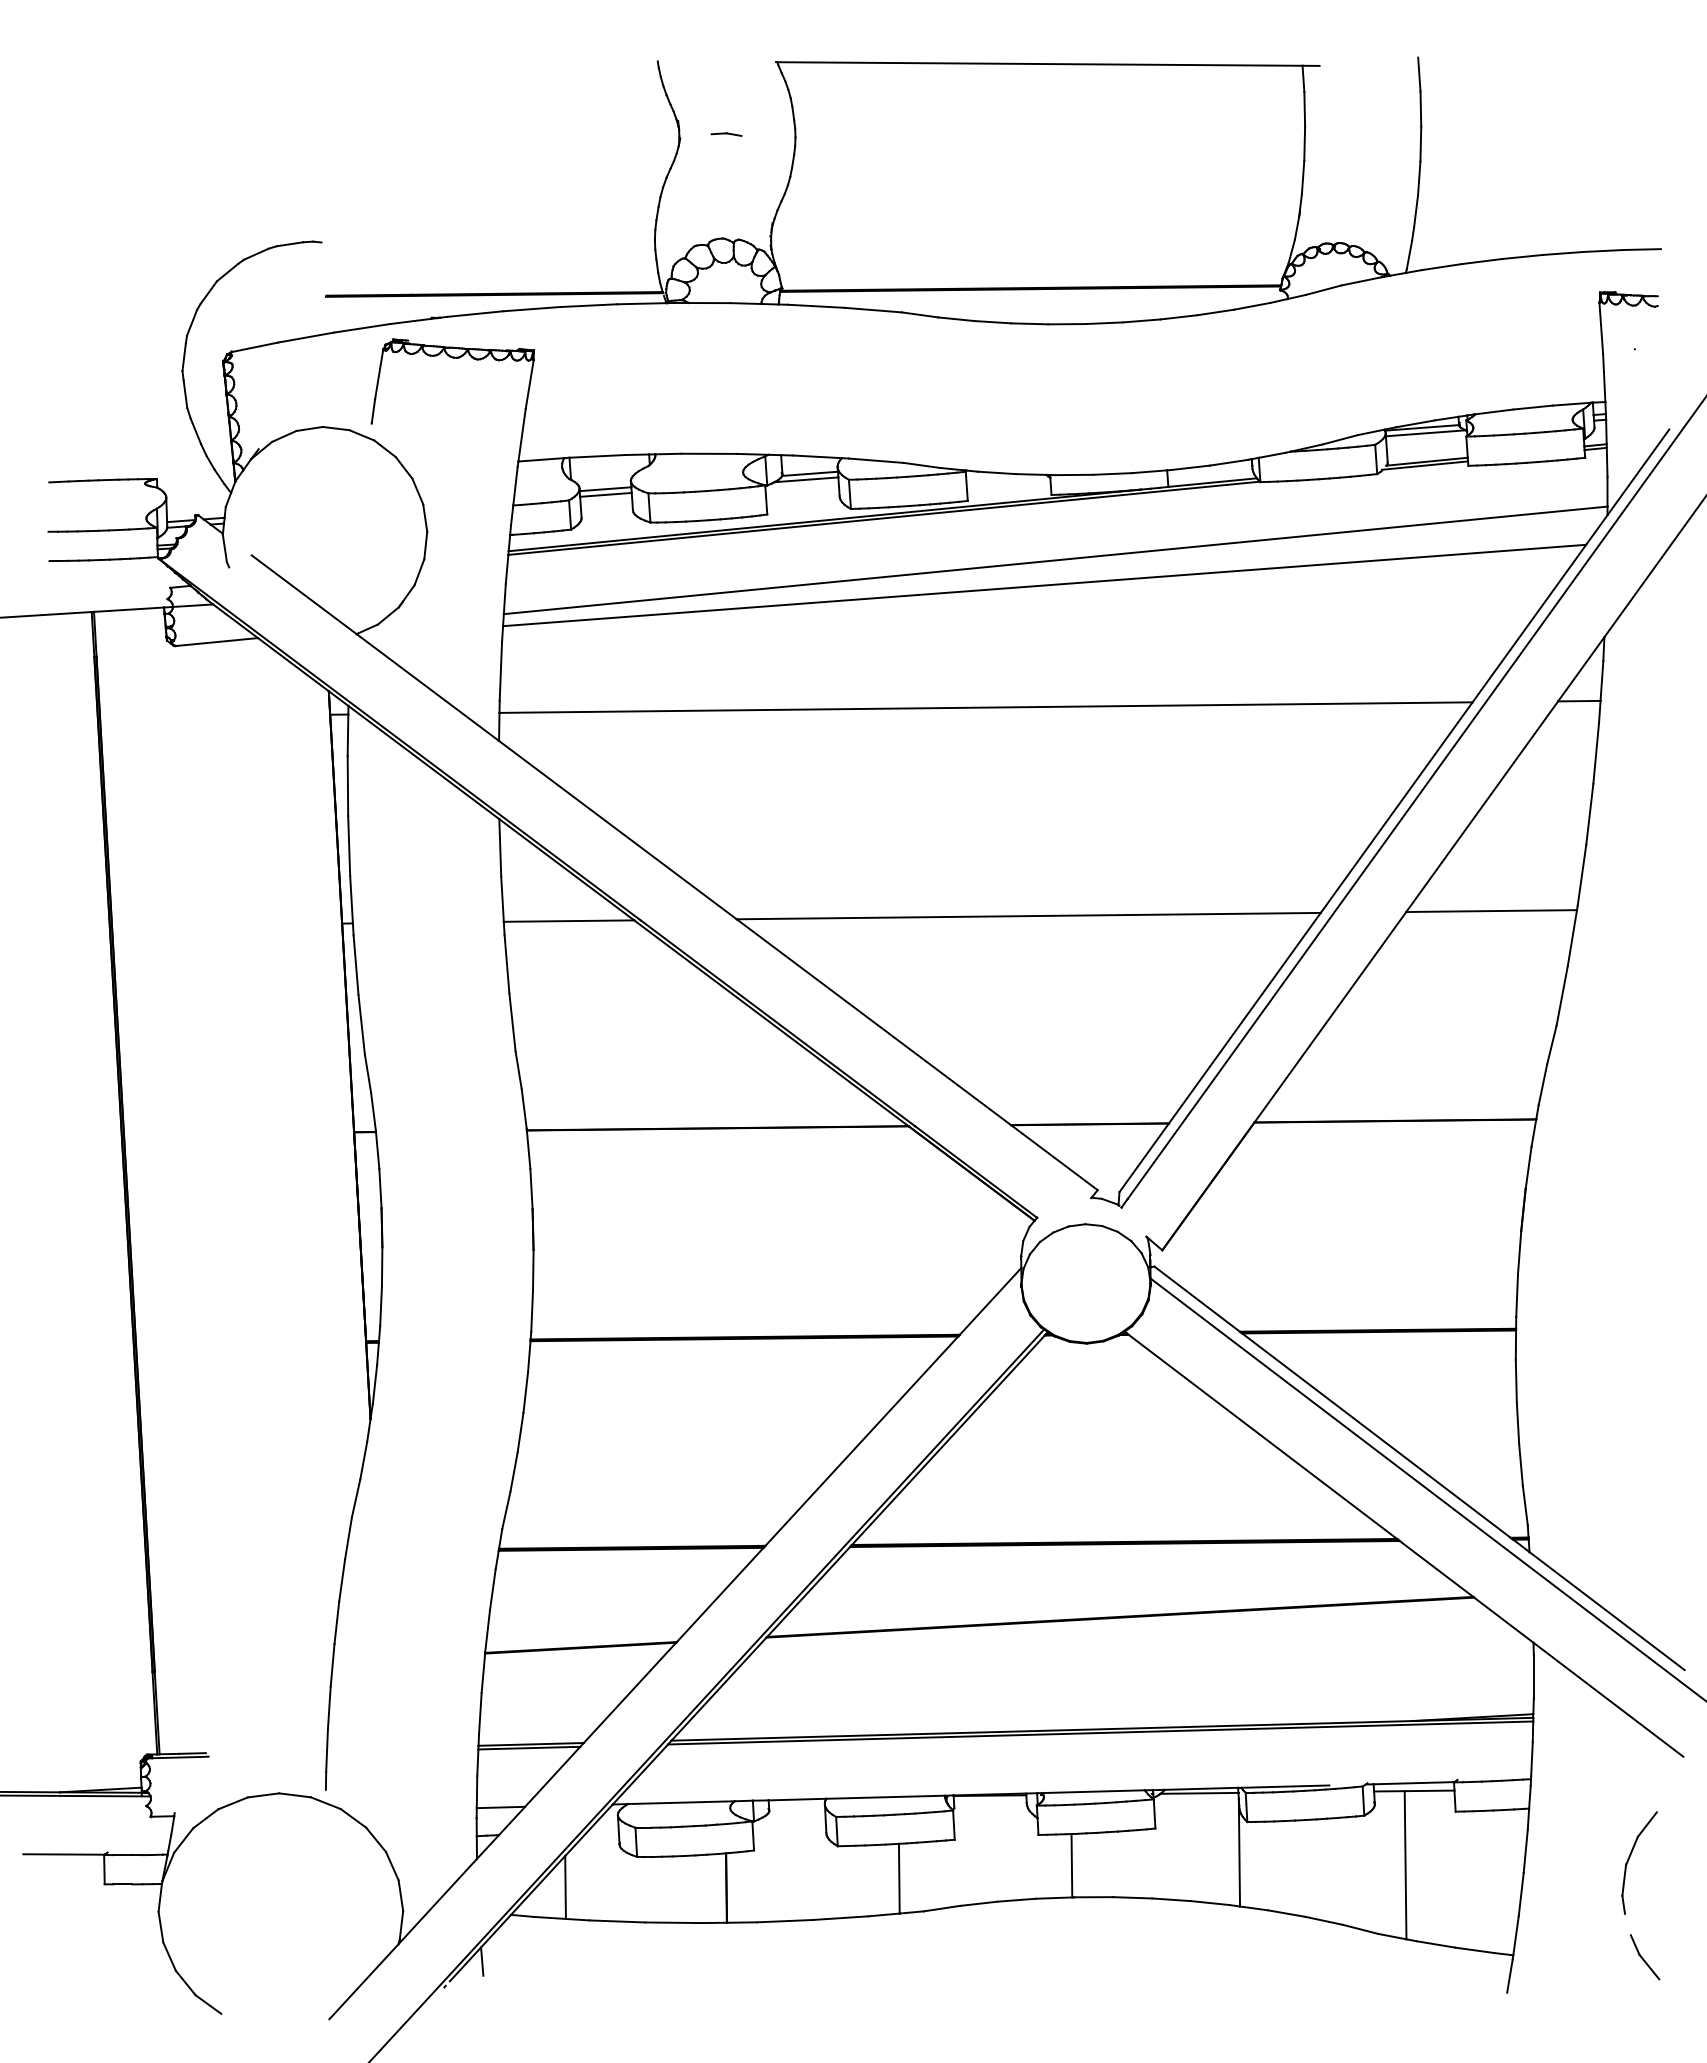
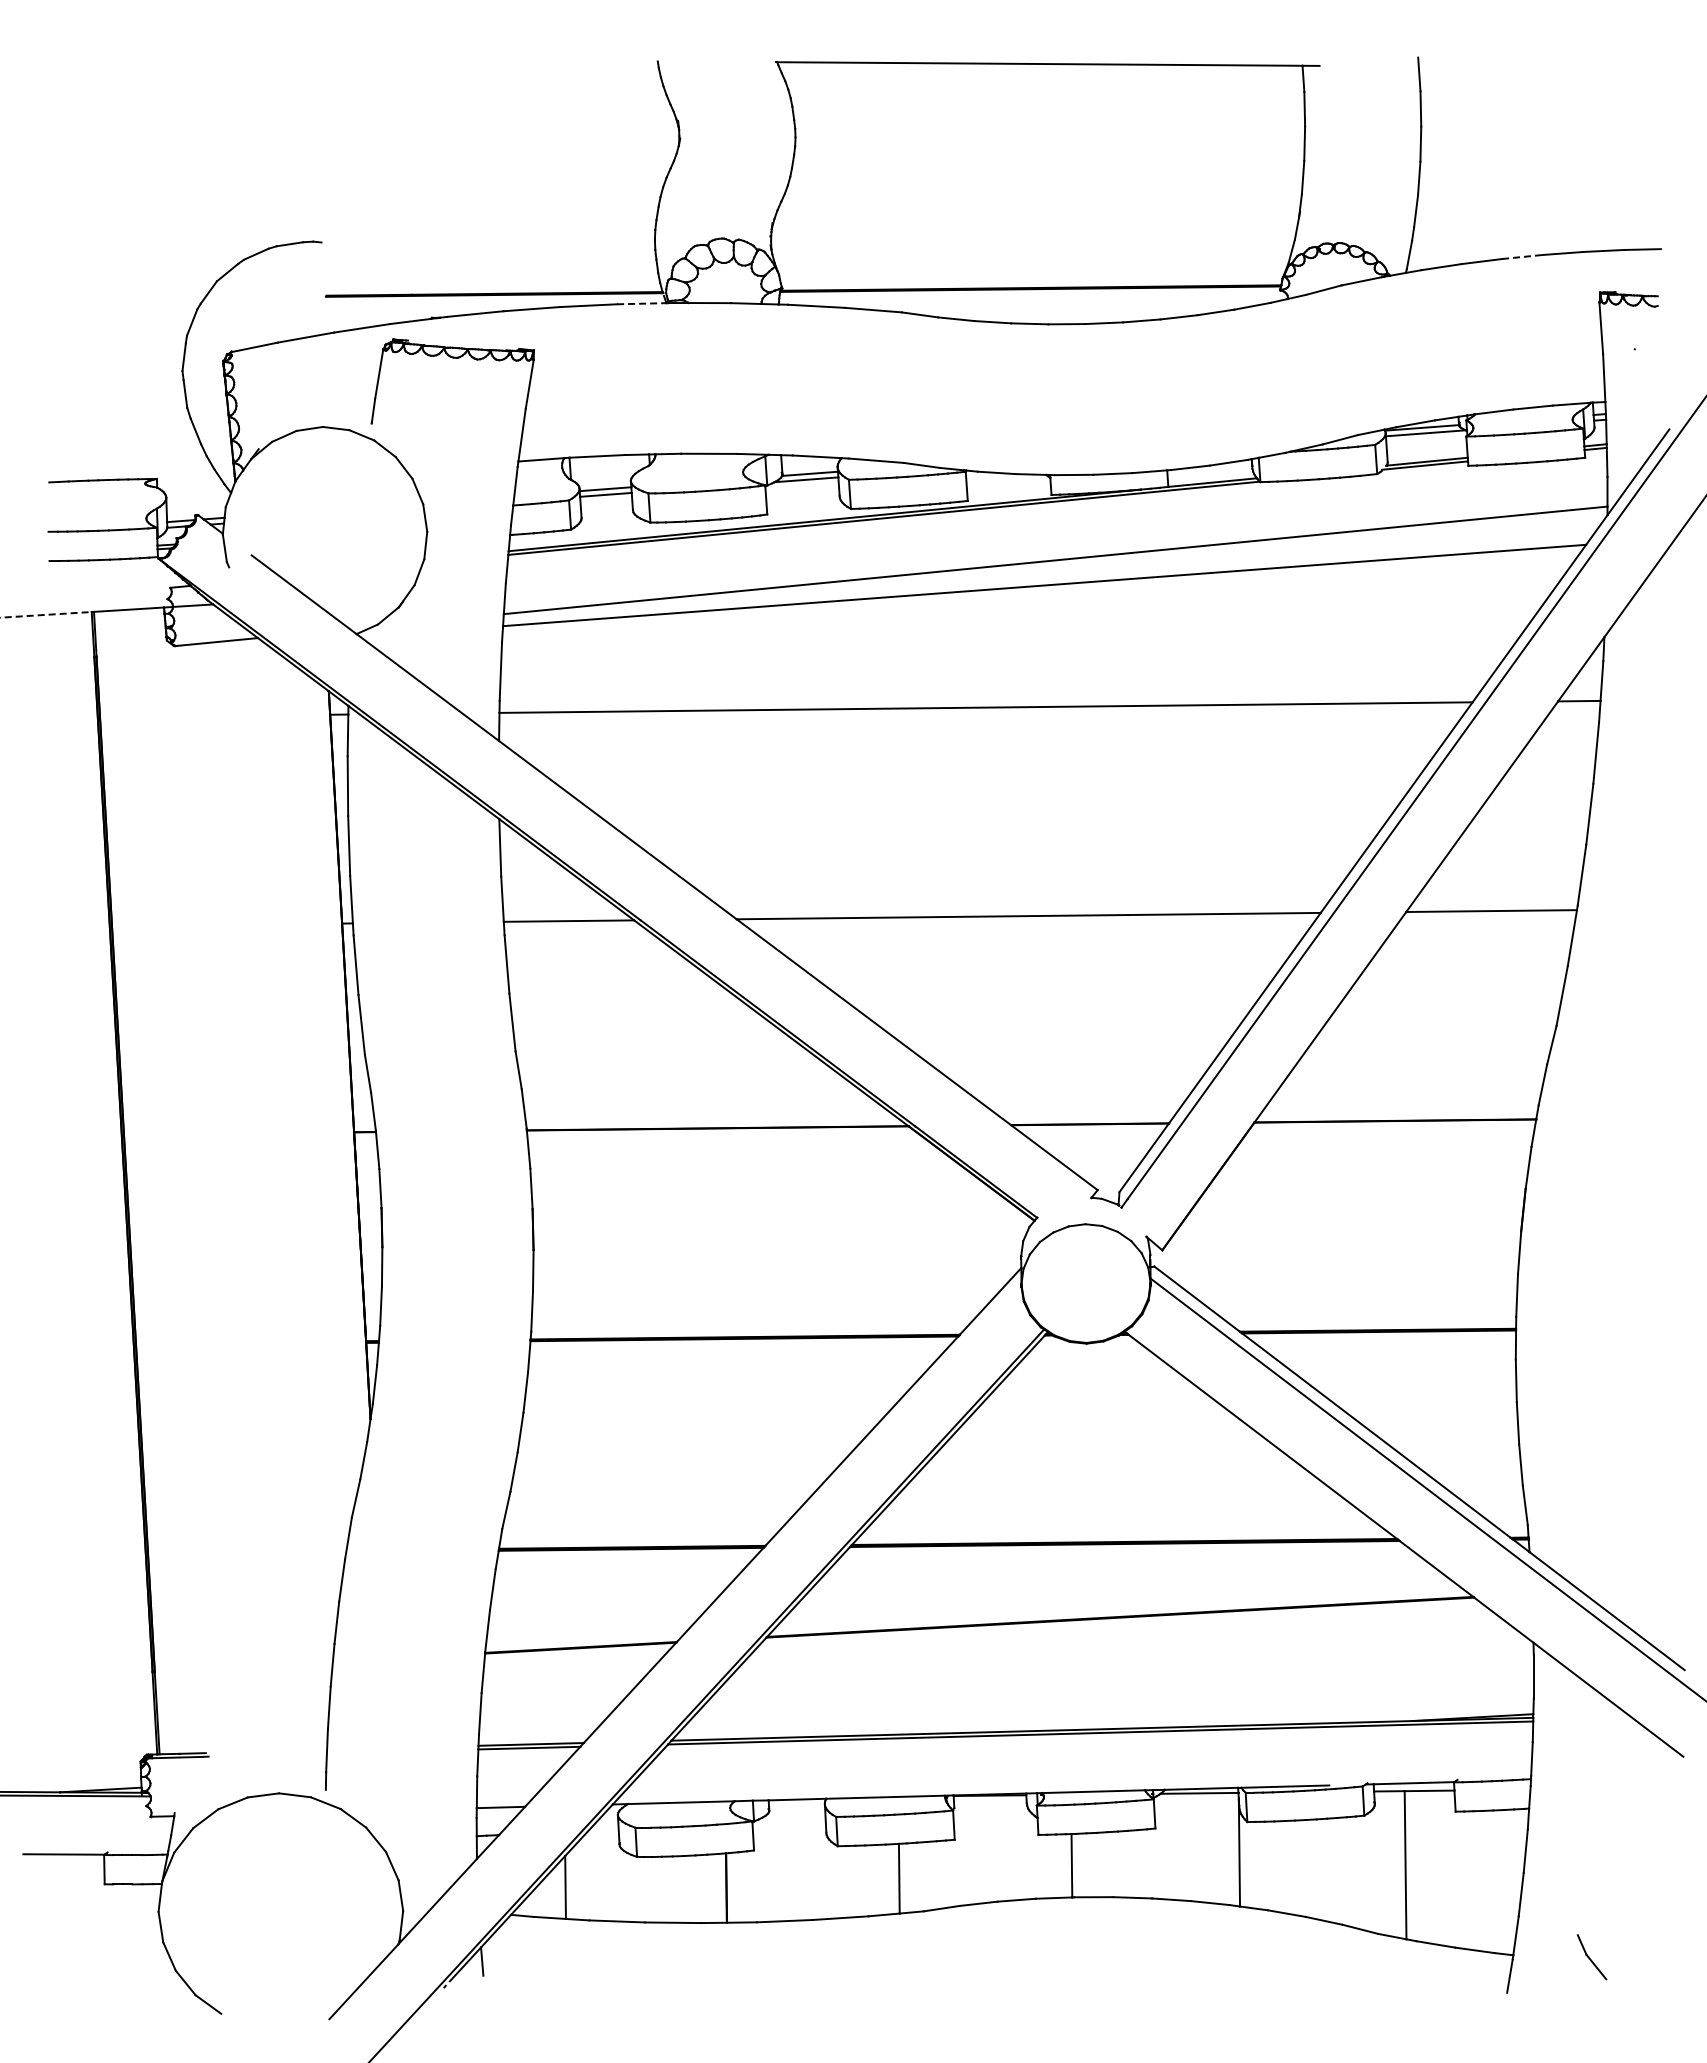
part at (726, 134): present -> none
line at (1522, 256): solid -> dashed
line at (641, 303): solid -> dashed
line at (45, 614): solid -> dashed
part at (1630, 1857): present -> none
part at (1644, 1957) position: (1644, 1957) -> (1591, 1957)
